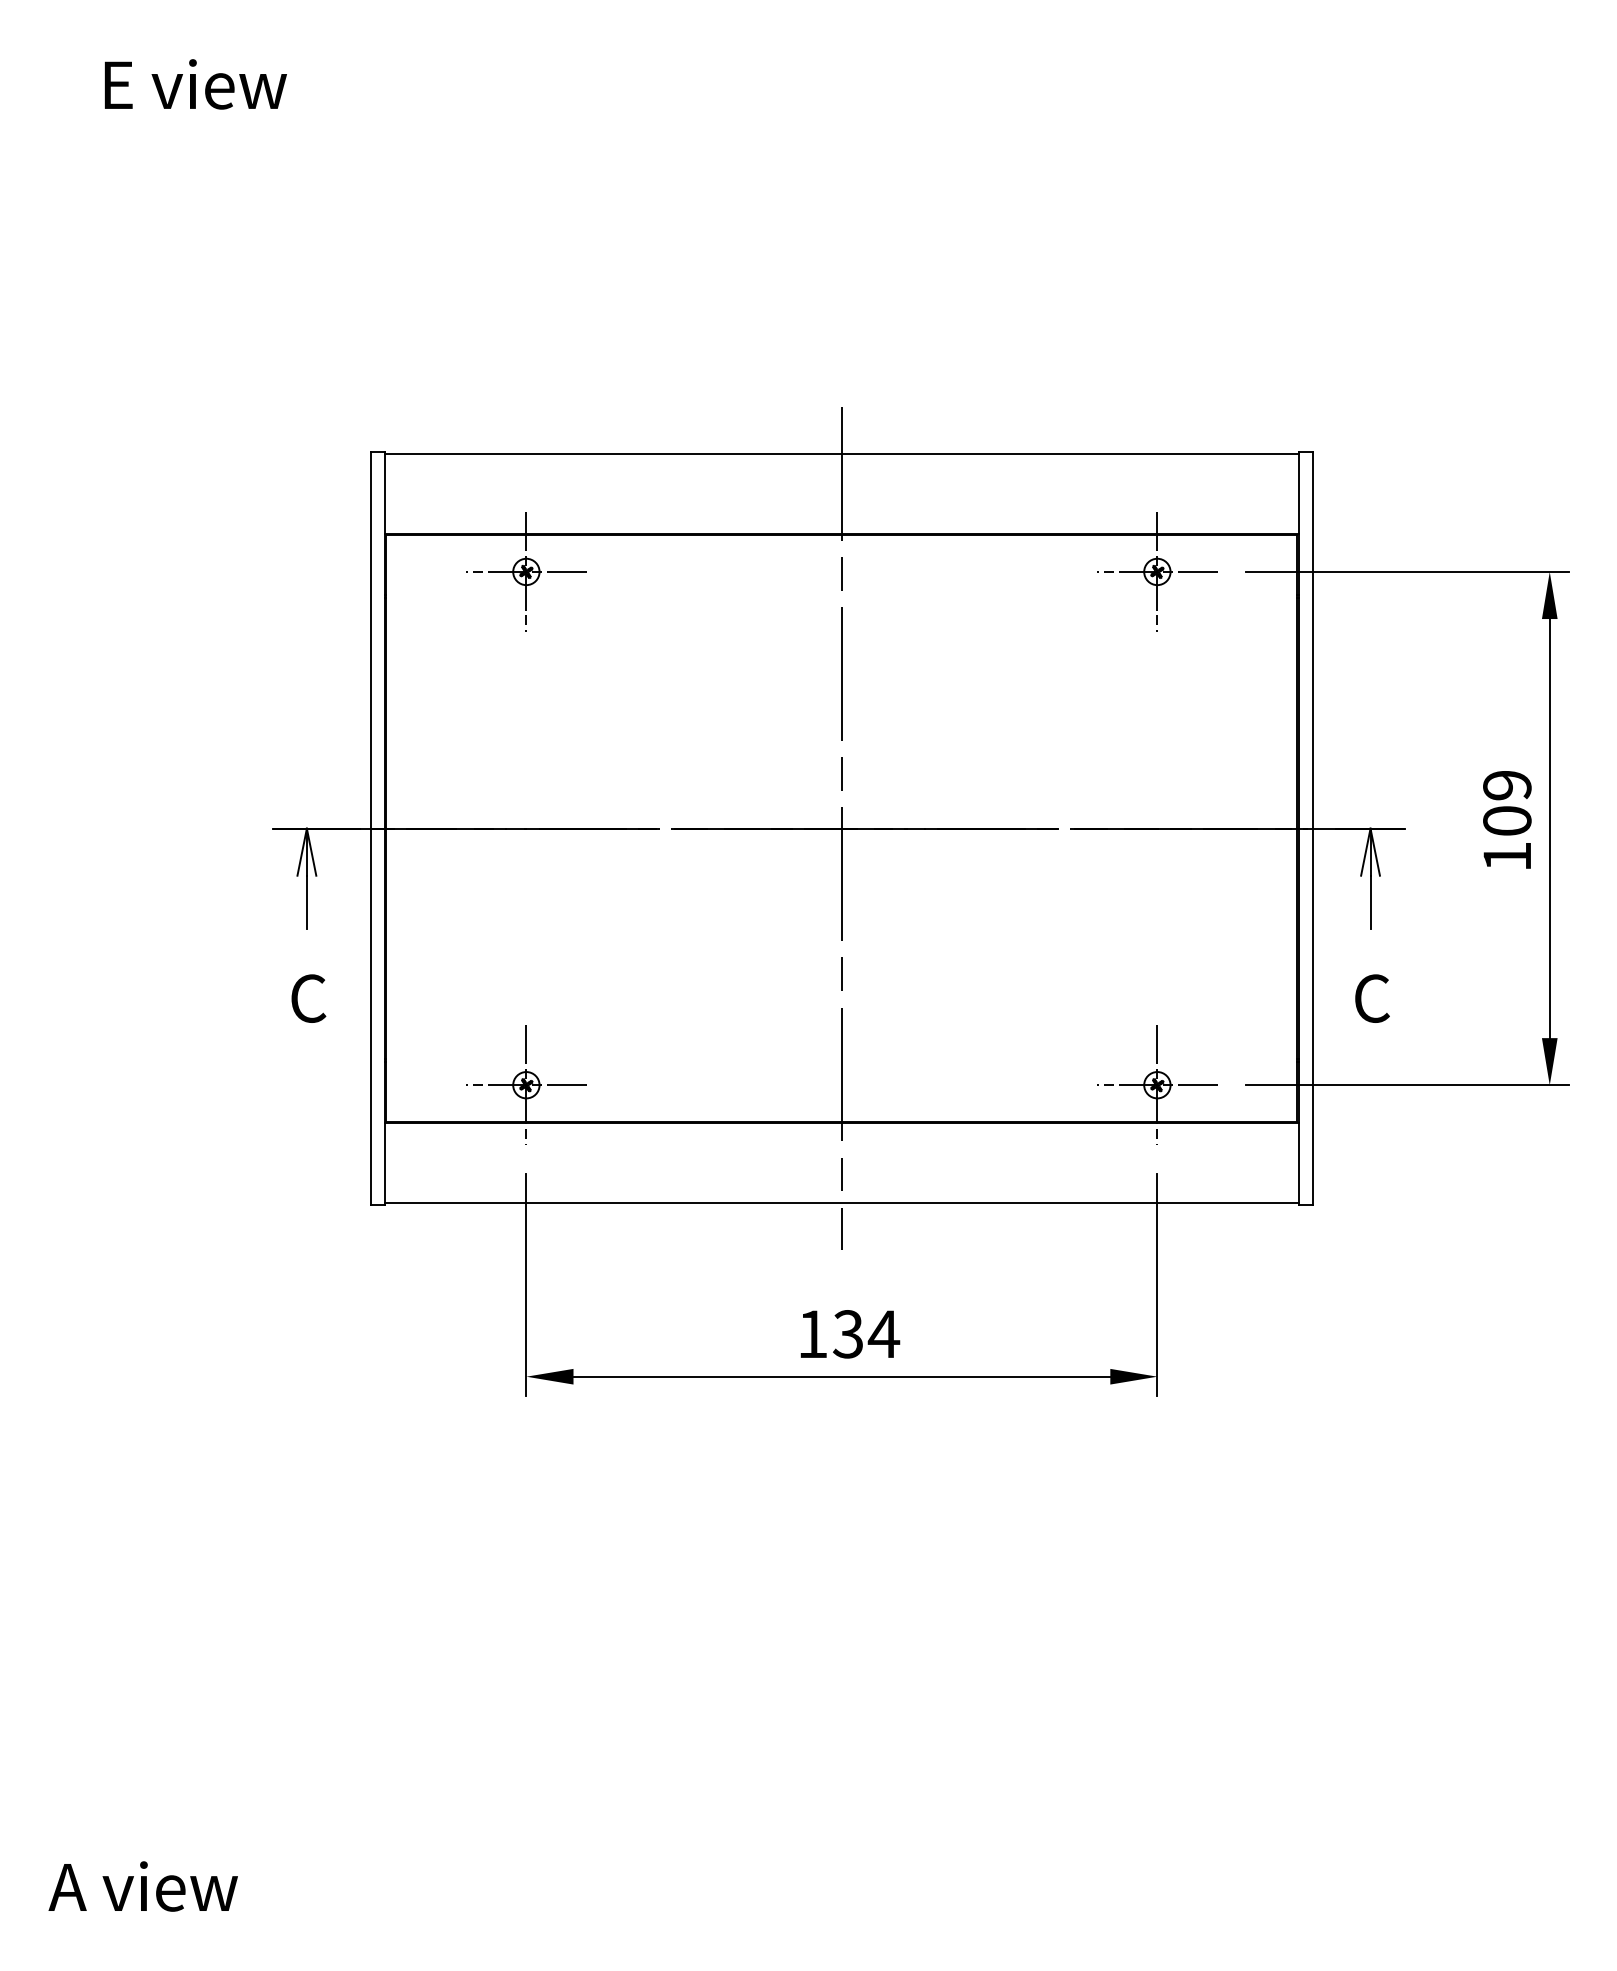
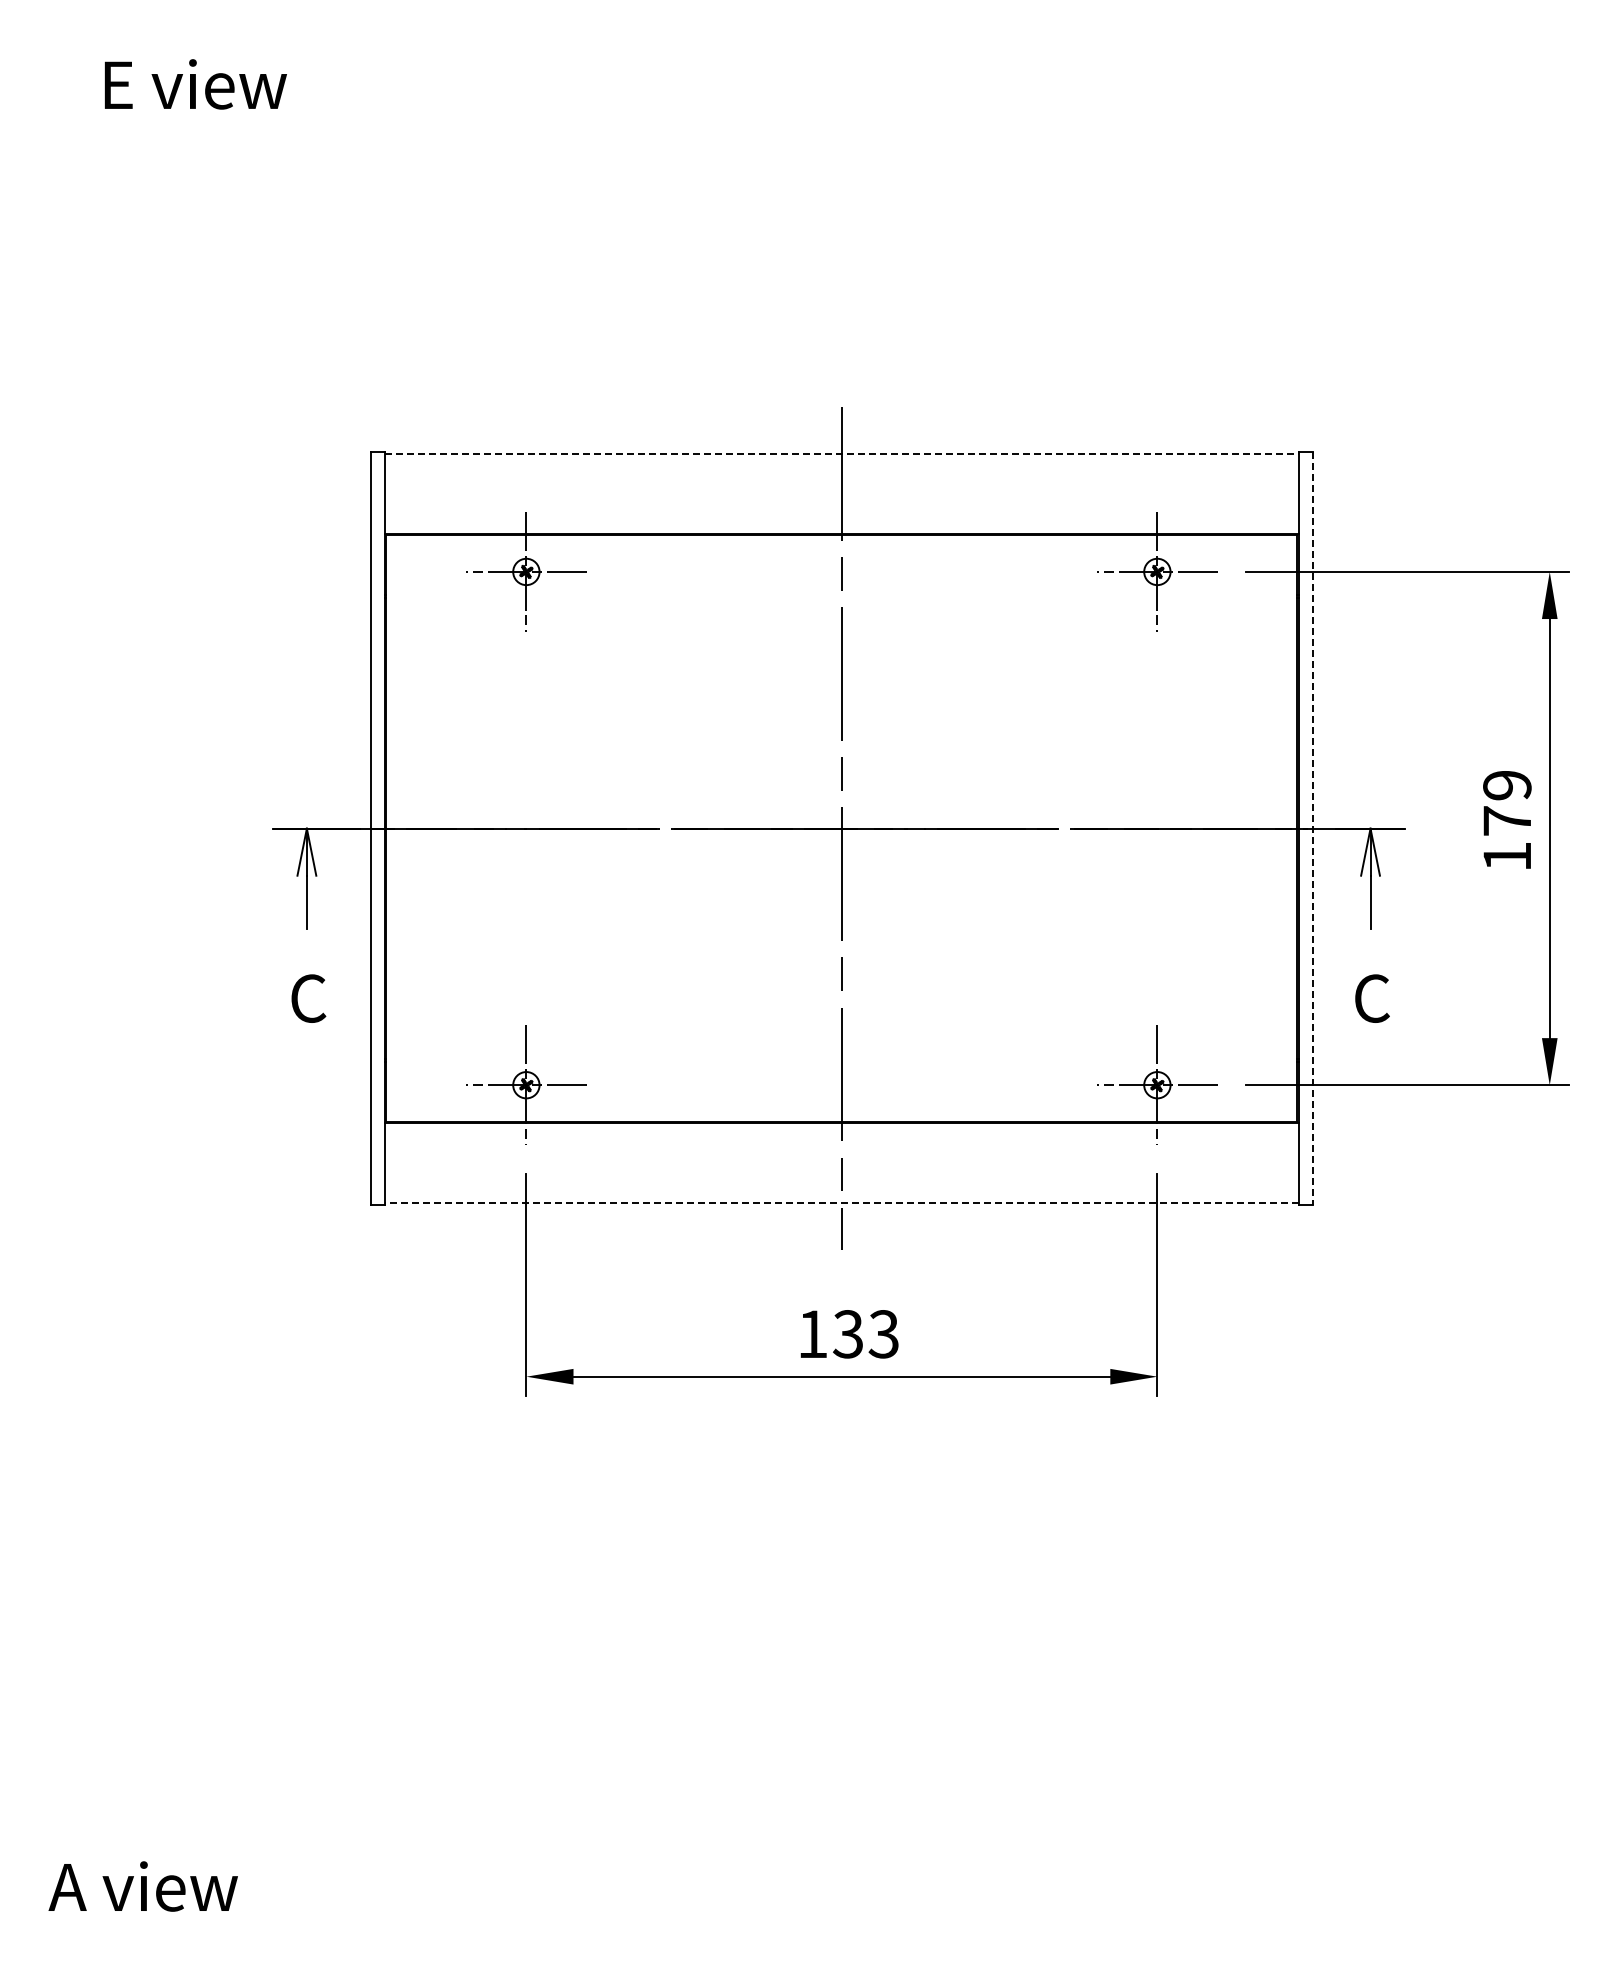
line at (841, 454): solid -> dashed
text at (1507, 820): 109 -> 179
line at (1312, 828): solid -> dashed
line at (841, 1202): solid -> dashed
text at (883, 1334): 134 -> 133
